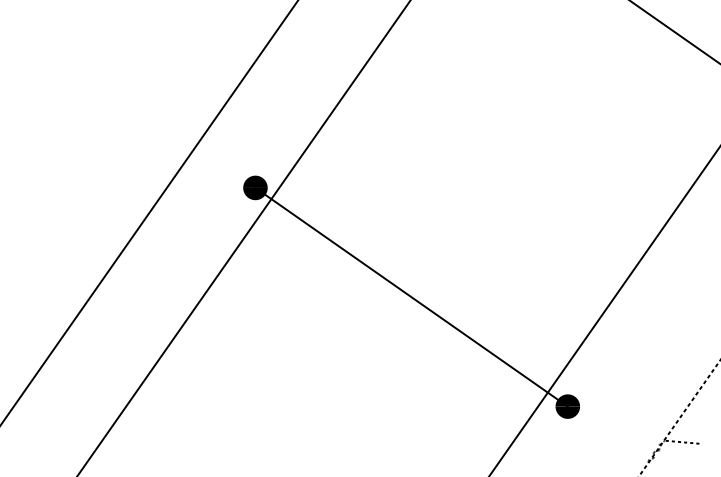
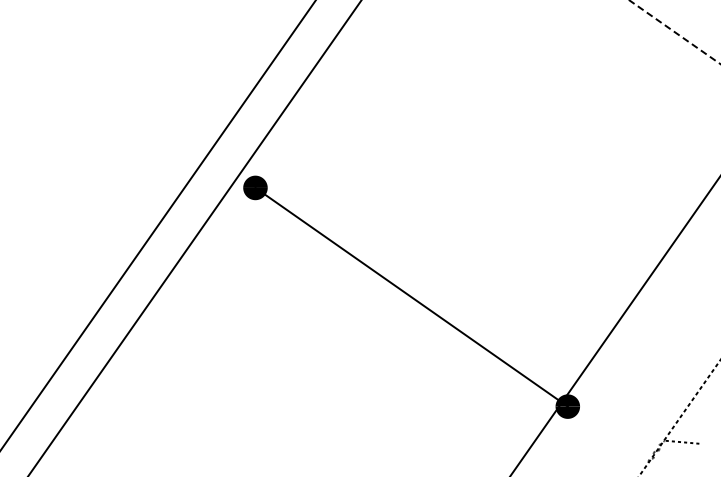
line at (675, 32): solid -> dashed
line at (149, 212) position: (149, 212) -> (158, 224)
line at (244, 237) position: (244, 237) -> (195, 237)
line at (604, 311) position: (604, 311) -> (614, 326)
